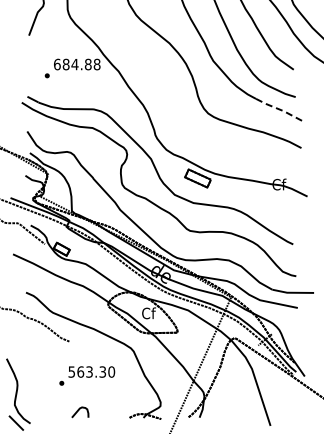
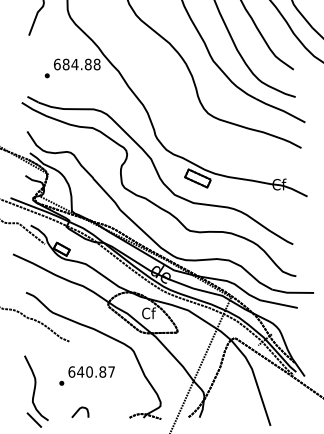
line at (281, 110): dashed -> solid
text at (91, 371): 563.30 -> 640.87
part at (18, 394) position: (18, 394) -> (36, 391)
